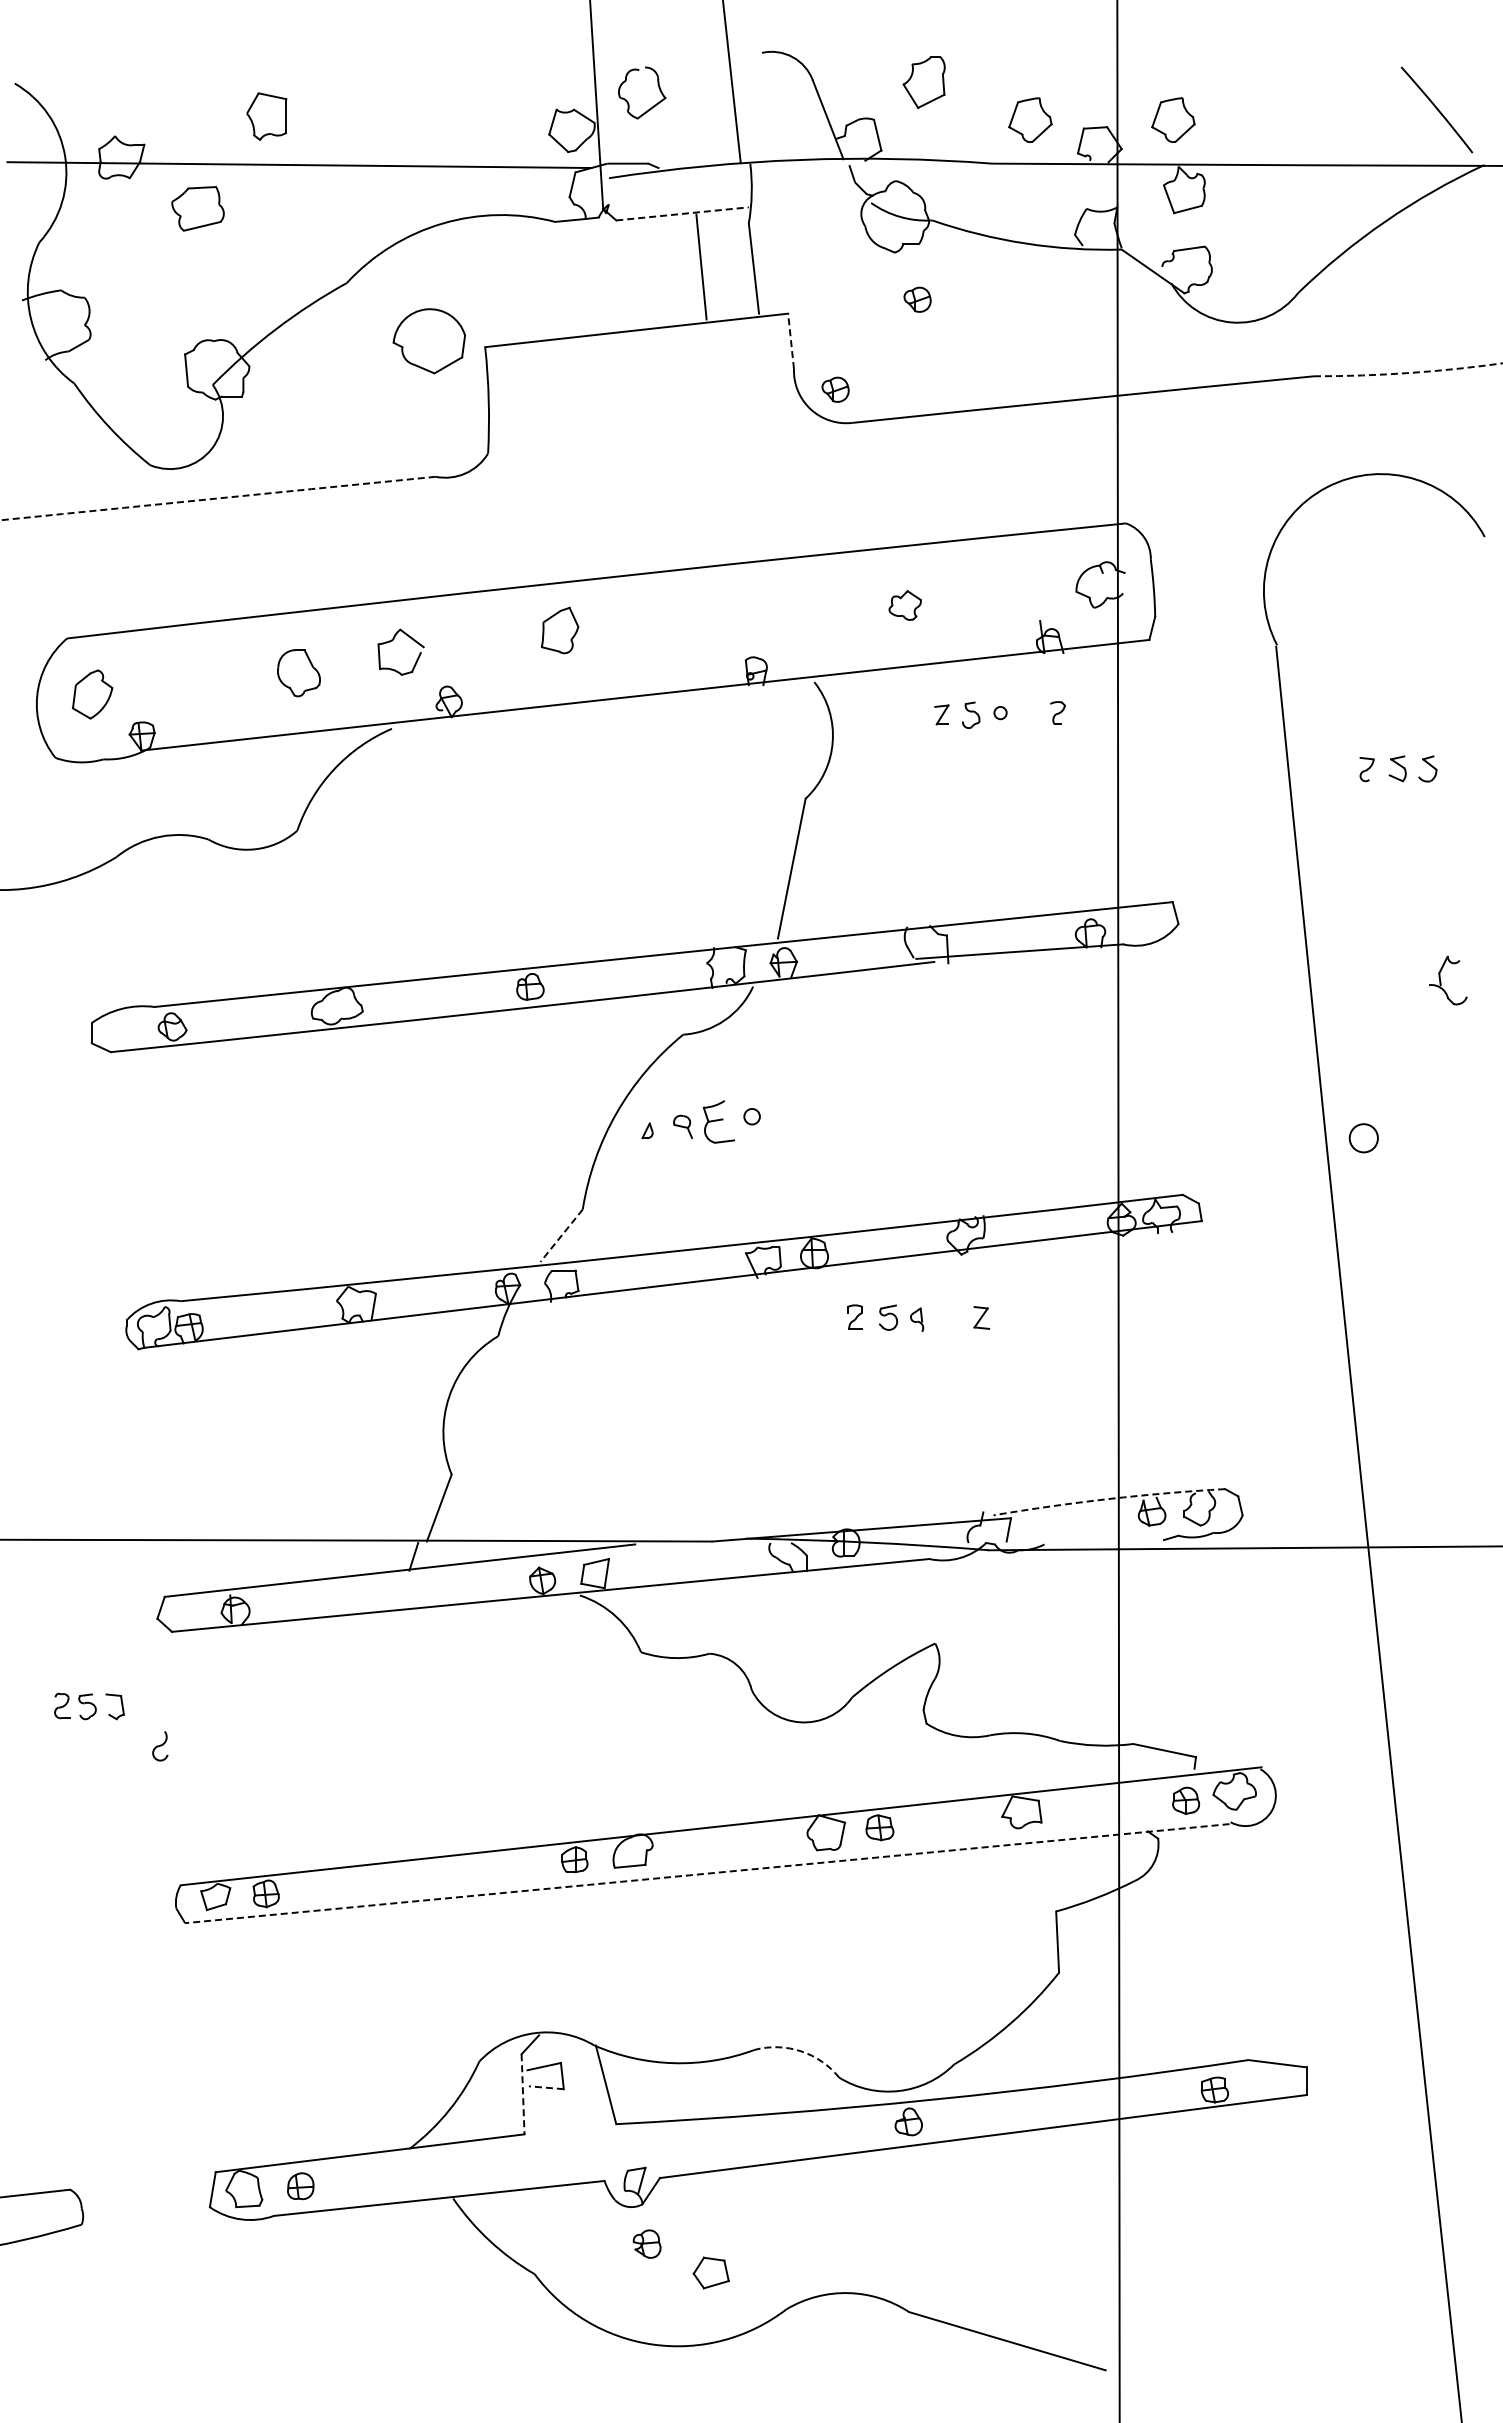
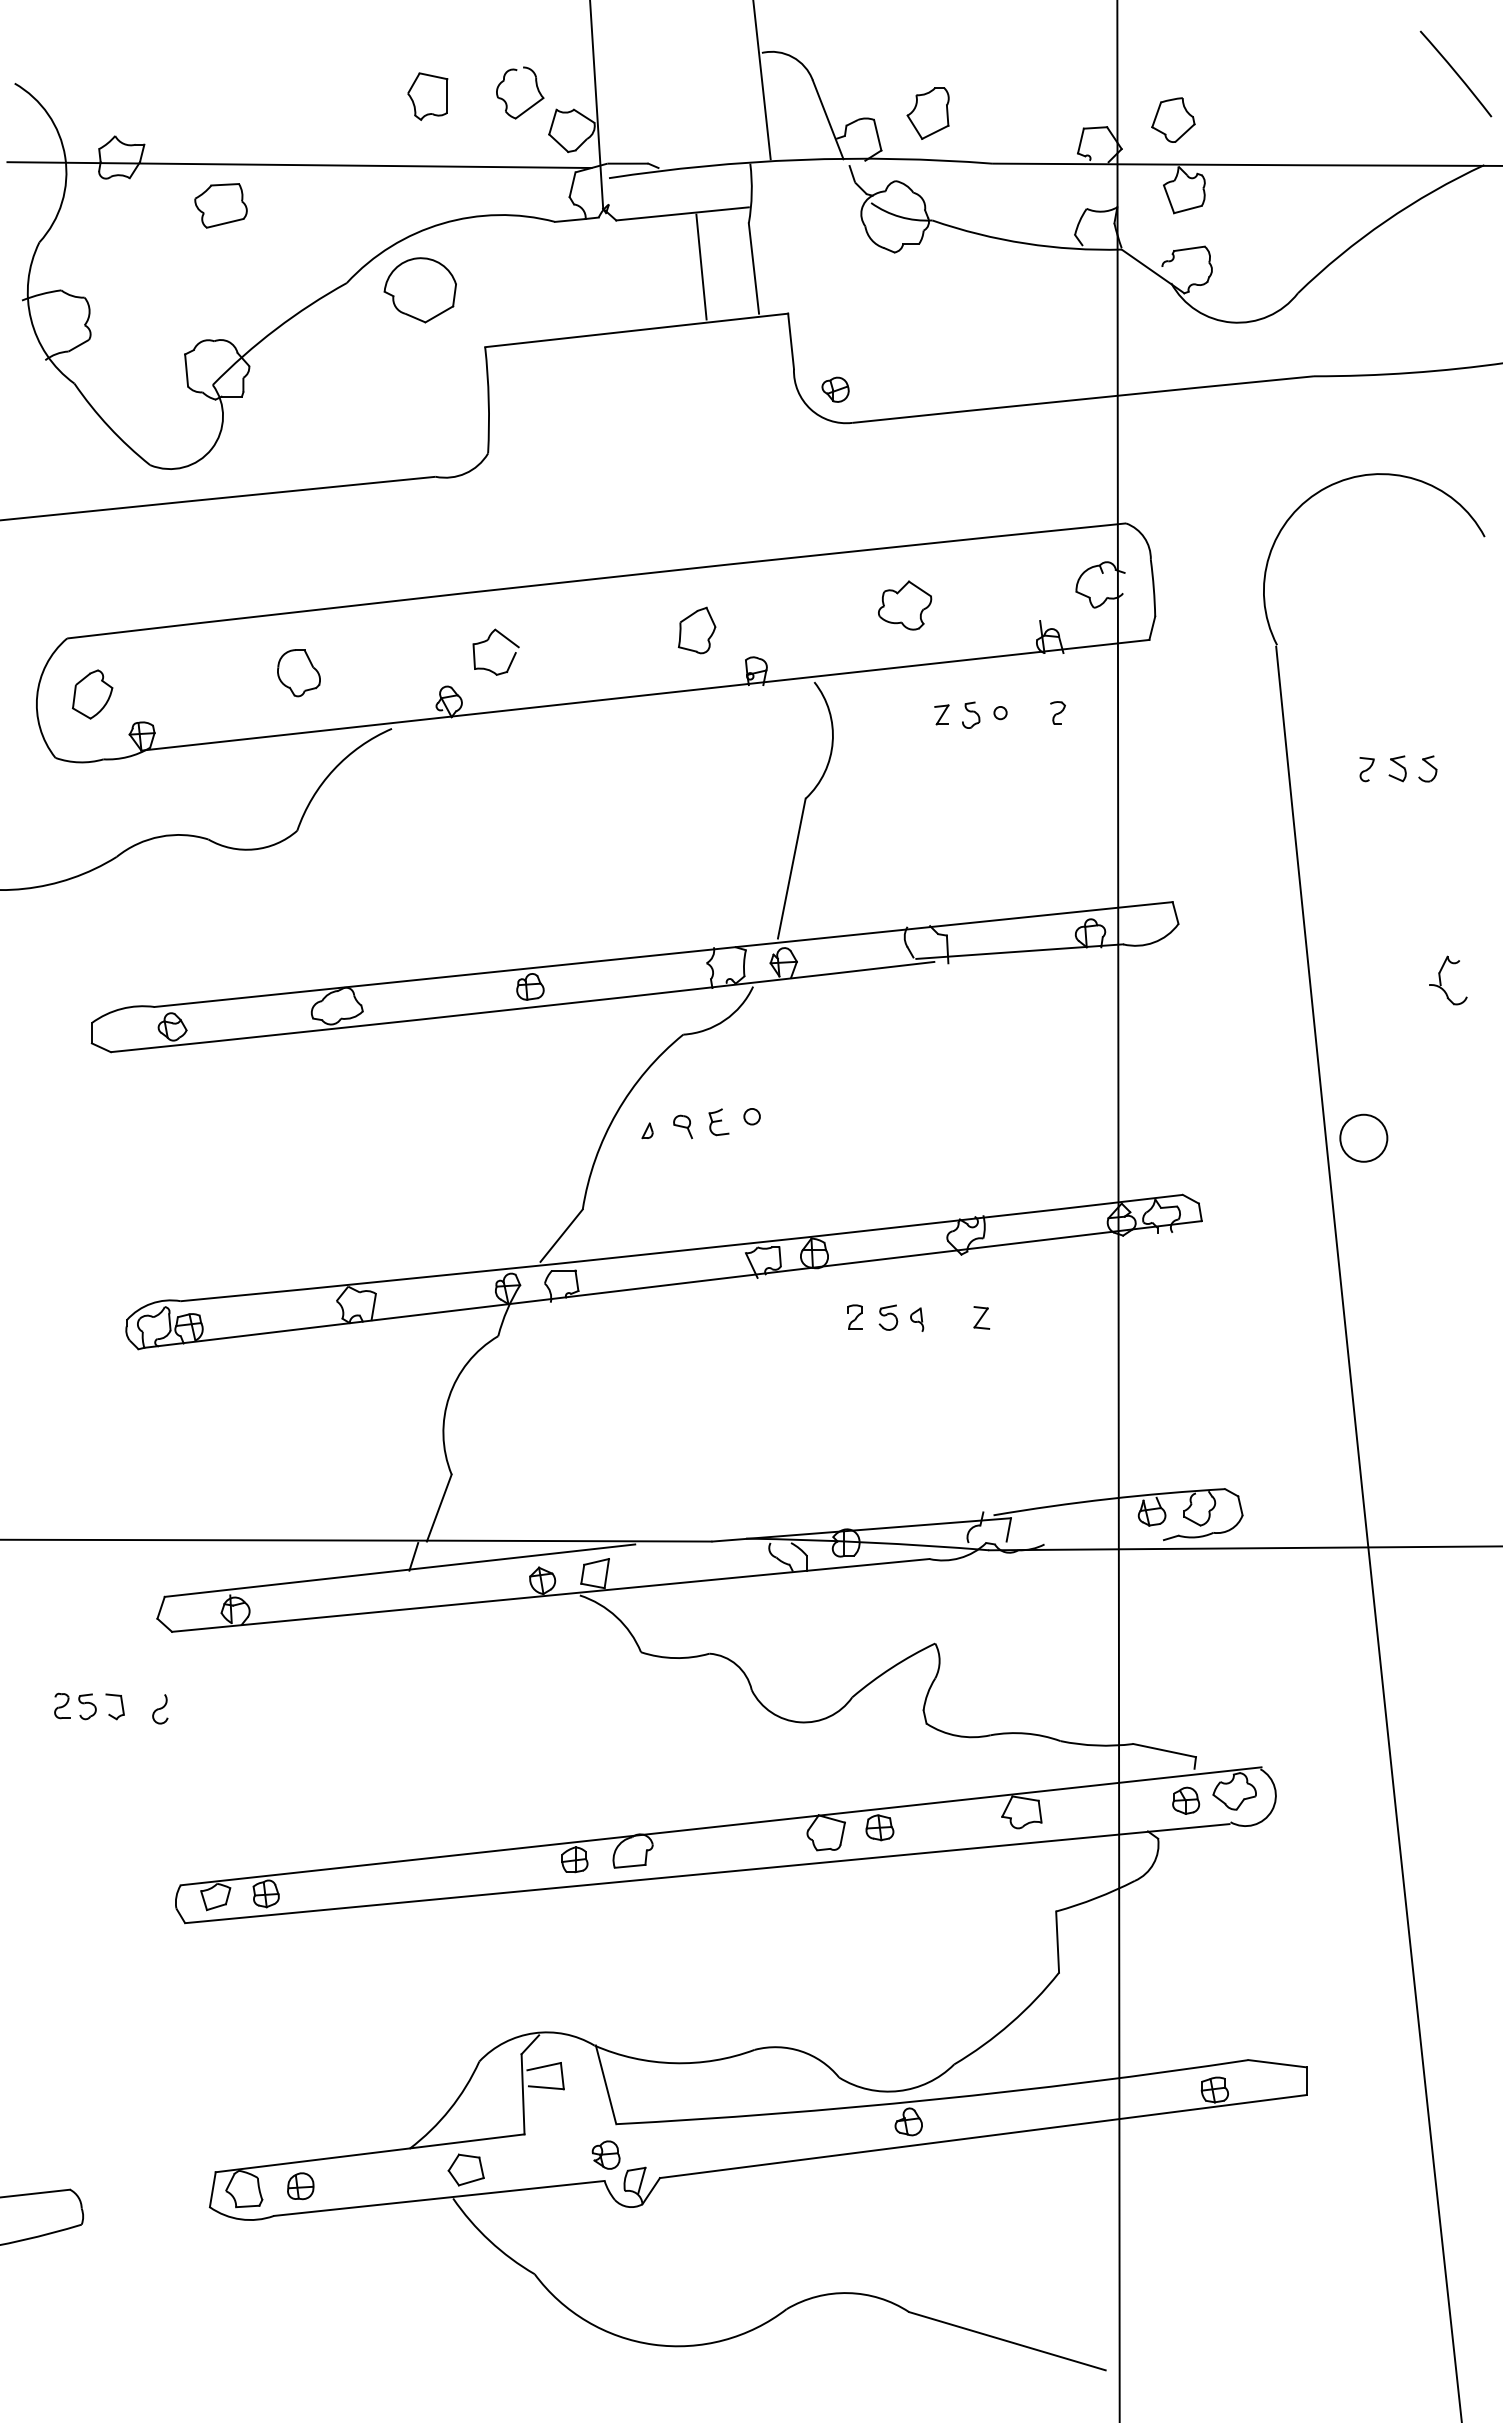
line at (731, 82) position: (731, 82) -> (761, 80)
part at (923, 82) position: (923, 82) -> (927, 113)
part at (628, 101) position: (628, 101) -> (506, 101)
arc at (1436, 109) position: (1436, 109) -> (1455, 73)
part at (266, 116) position: (266, 116) -> (427, 96)
part at (1030, 119): present -> none
part at (197, 208) position: (197, 208) -> (220, 205)
line at (682, 213): dashed -> solid
part at (917, 299): present -> none
part at (428, 341) position: (428, 341) -> (419, 290)
line at (791, 341): dashed -> solid
arc at (1408, 373): dashed -> solid
arc at (217, 498): dashed -> solid
part at (904, 605) size: 34x31 px -> 55x51 px
part at (559, 630) position: (559, 630) -> (696, 630)
part at (392, 641) position: (392, 641) -> (487, 641)
part at (718, 1121) size: 33x44 px -> 22x29 px
circle at (1363, 1138) diameter: 28 px -> 47 px
line at (561, 1235): dashed -> solid
arc at (1108, 1499): dashed -> solid
part at (160, 1746) position: (160, 1746) -> (160, 1709)
line at (707, 1873): dashed -> solid
arc at (800, 2051): dashed -> solid
line at (546, 2087): dashed -> solid
line at (523, 2094): dashed -> solid
part at (646, 2243) position: (646, 2243) -> (605, 2154)
part at (710, 2272) position: (710, 2272) -> (465, 2169)
